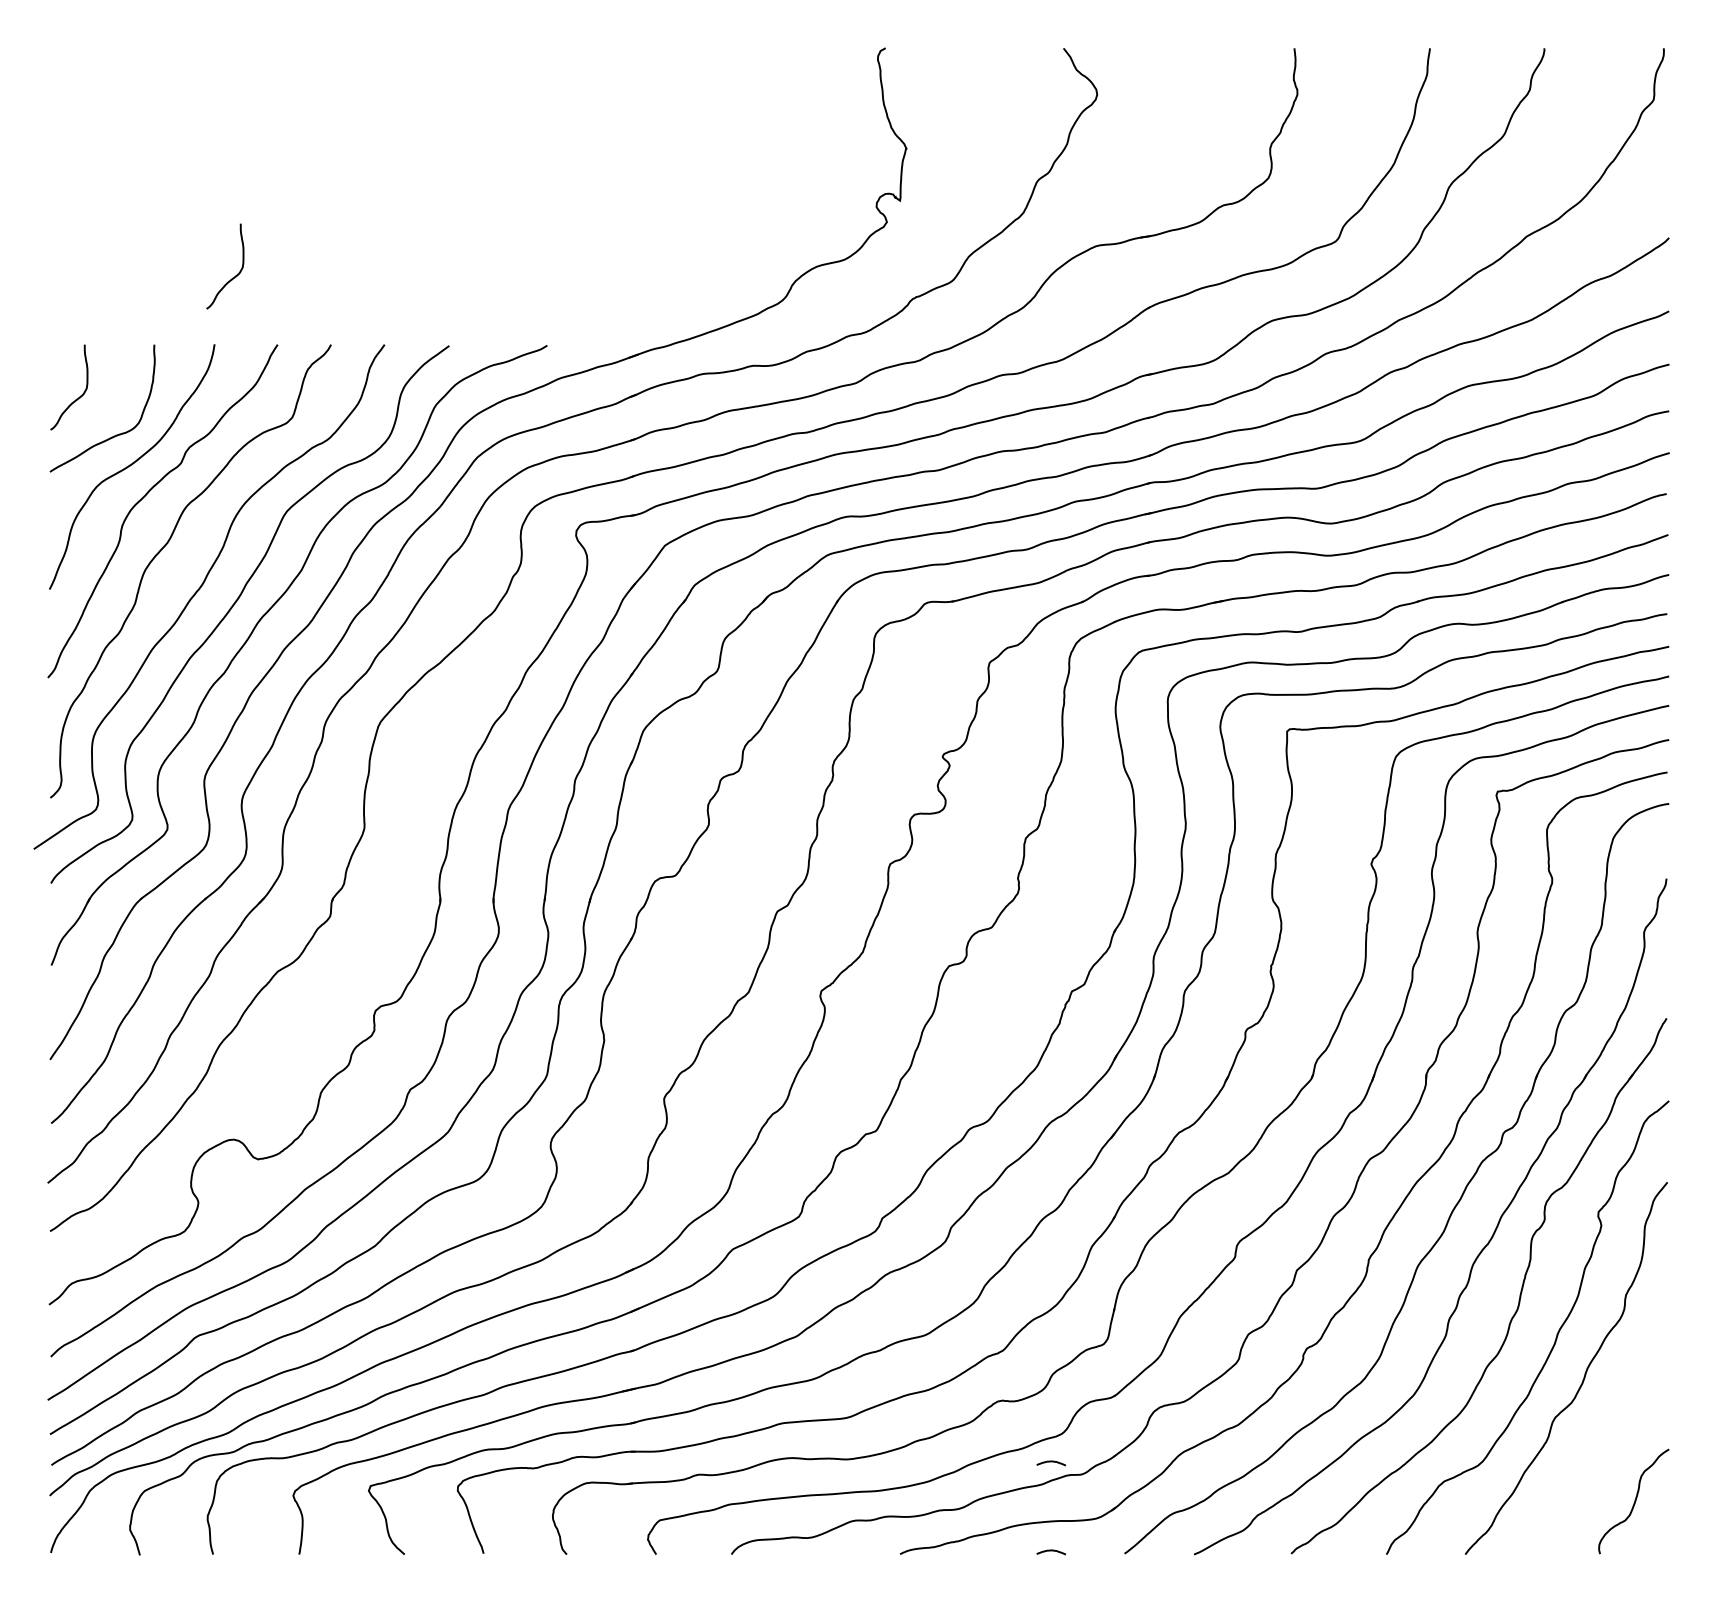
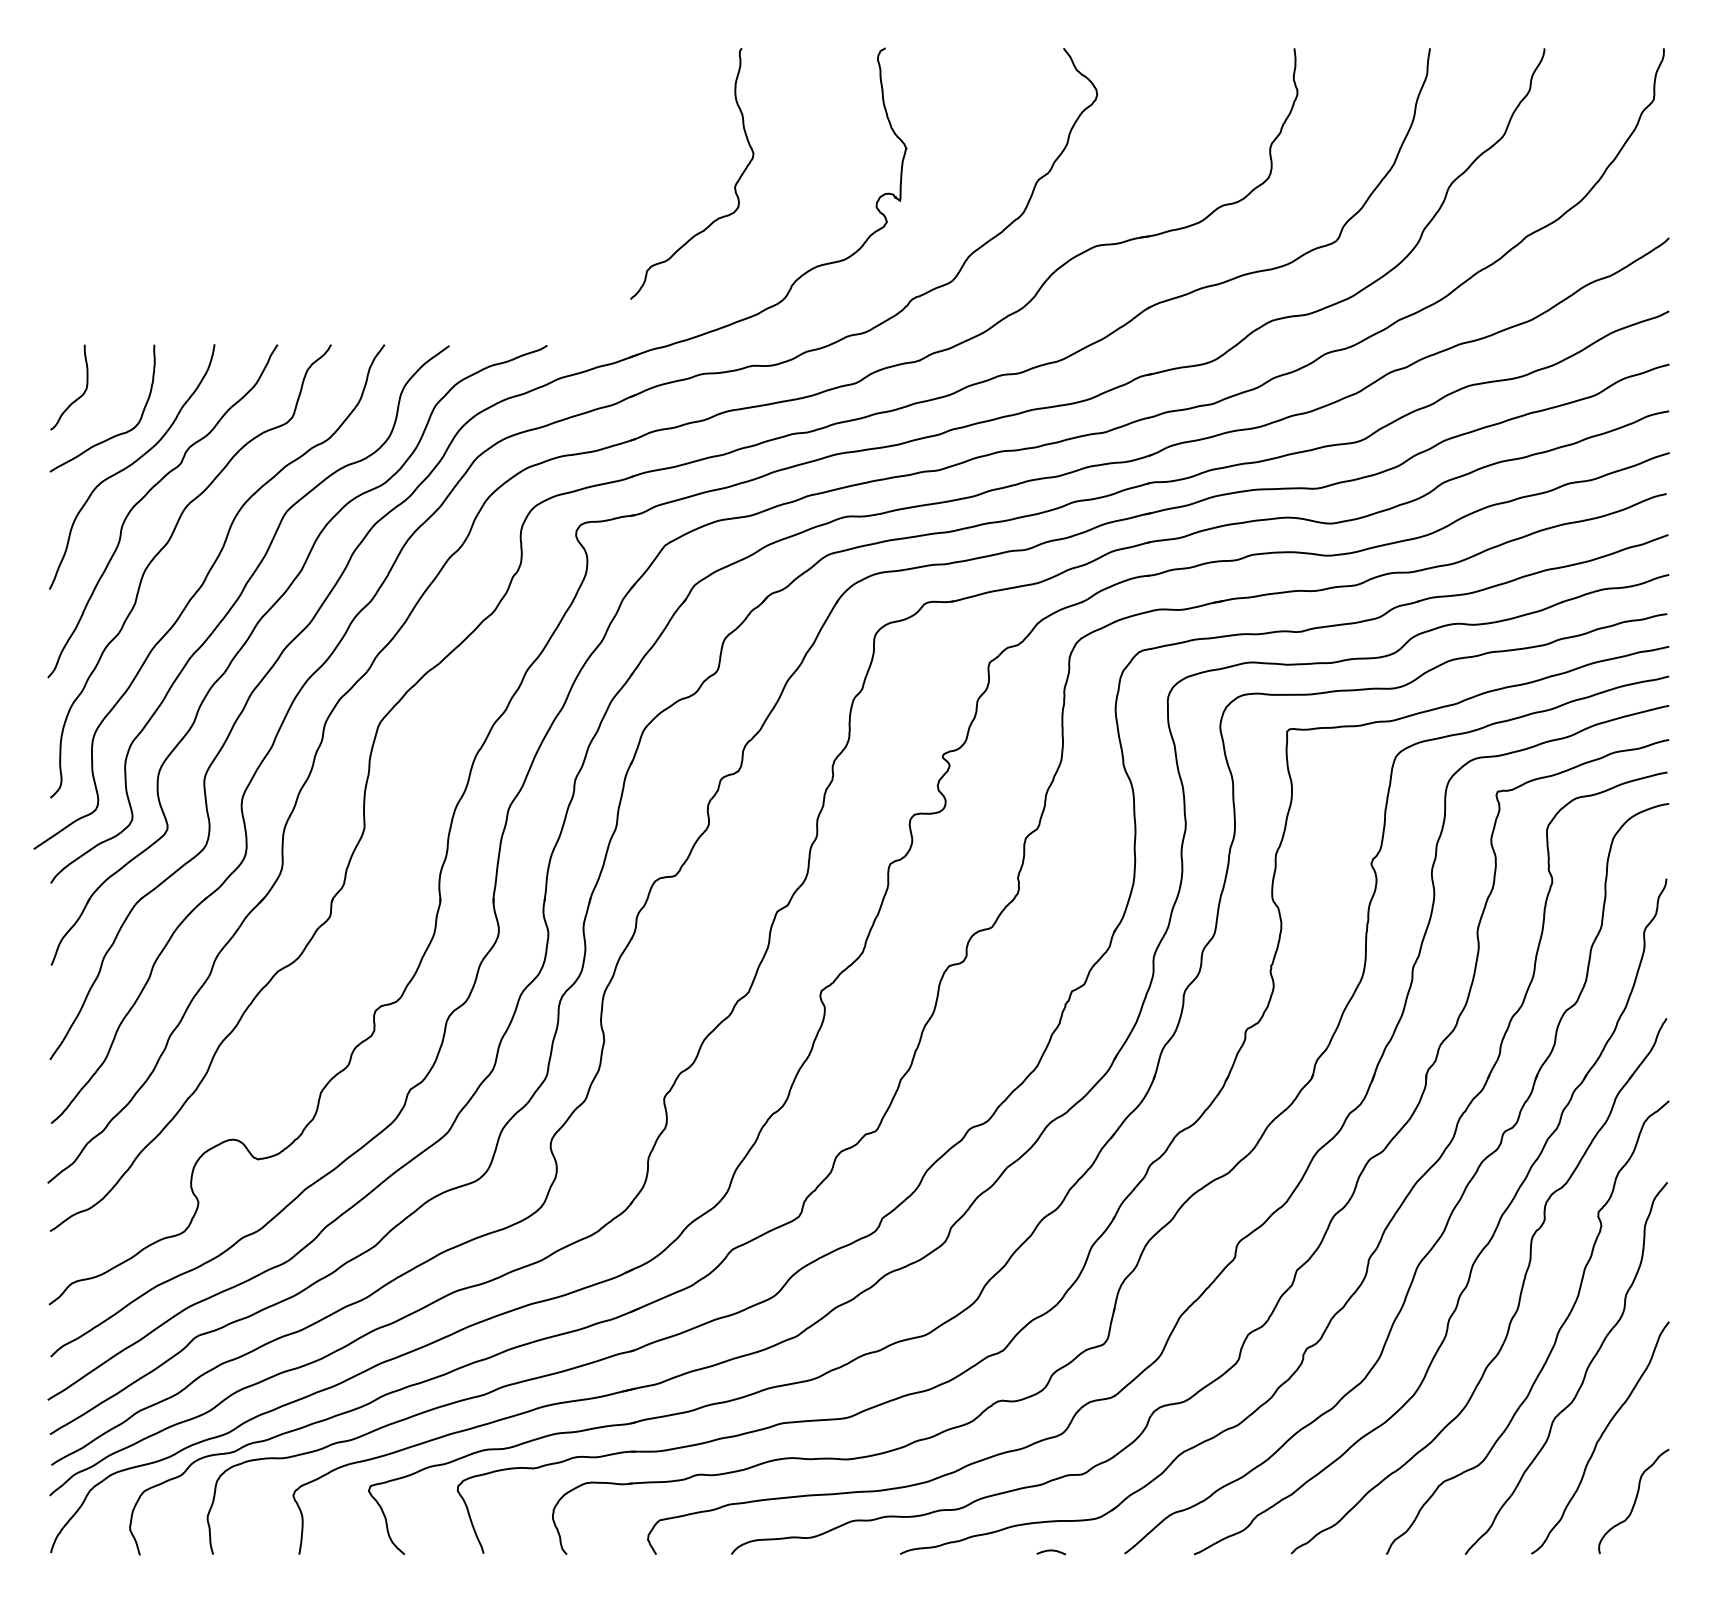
curve at (734, 185): none -> present
curve at (232, 277): present -> none
curve at (1600, 1437): none -> present
curve at (1050, 1462): present -> none
